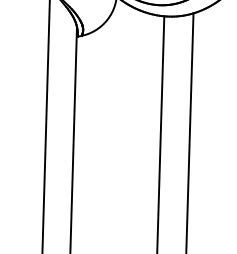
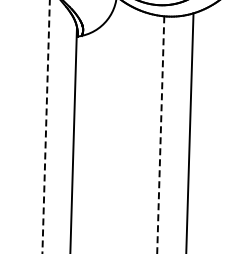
line at (46, 127): solid -> dashed
line at (160, 135): solid -> dashed
